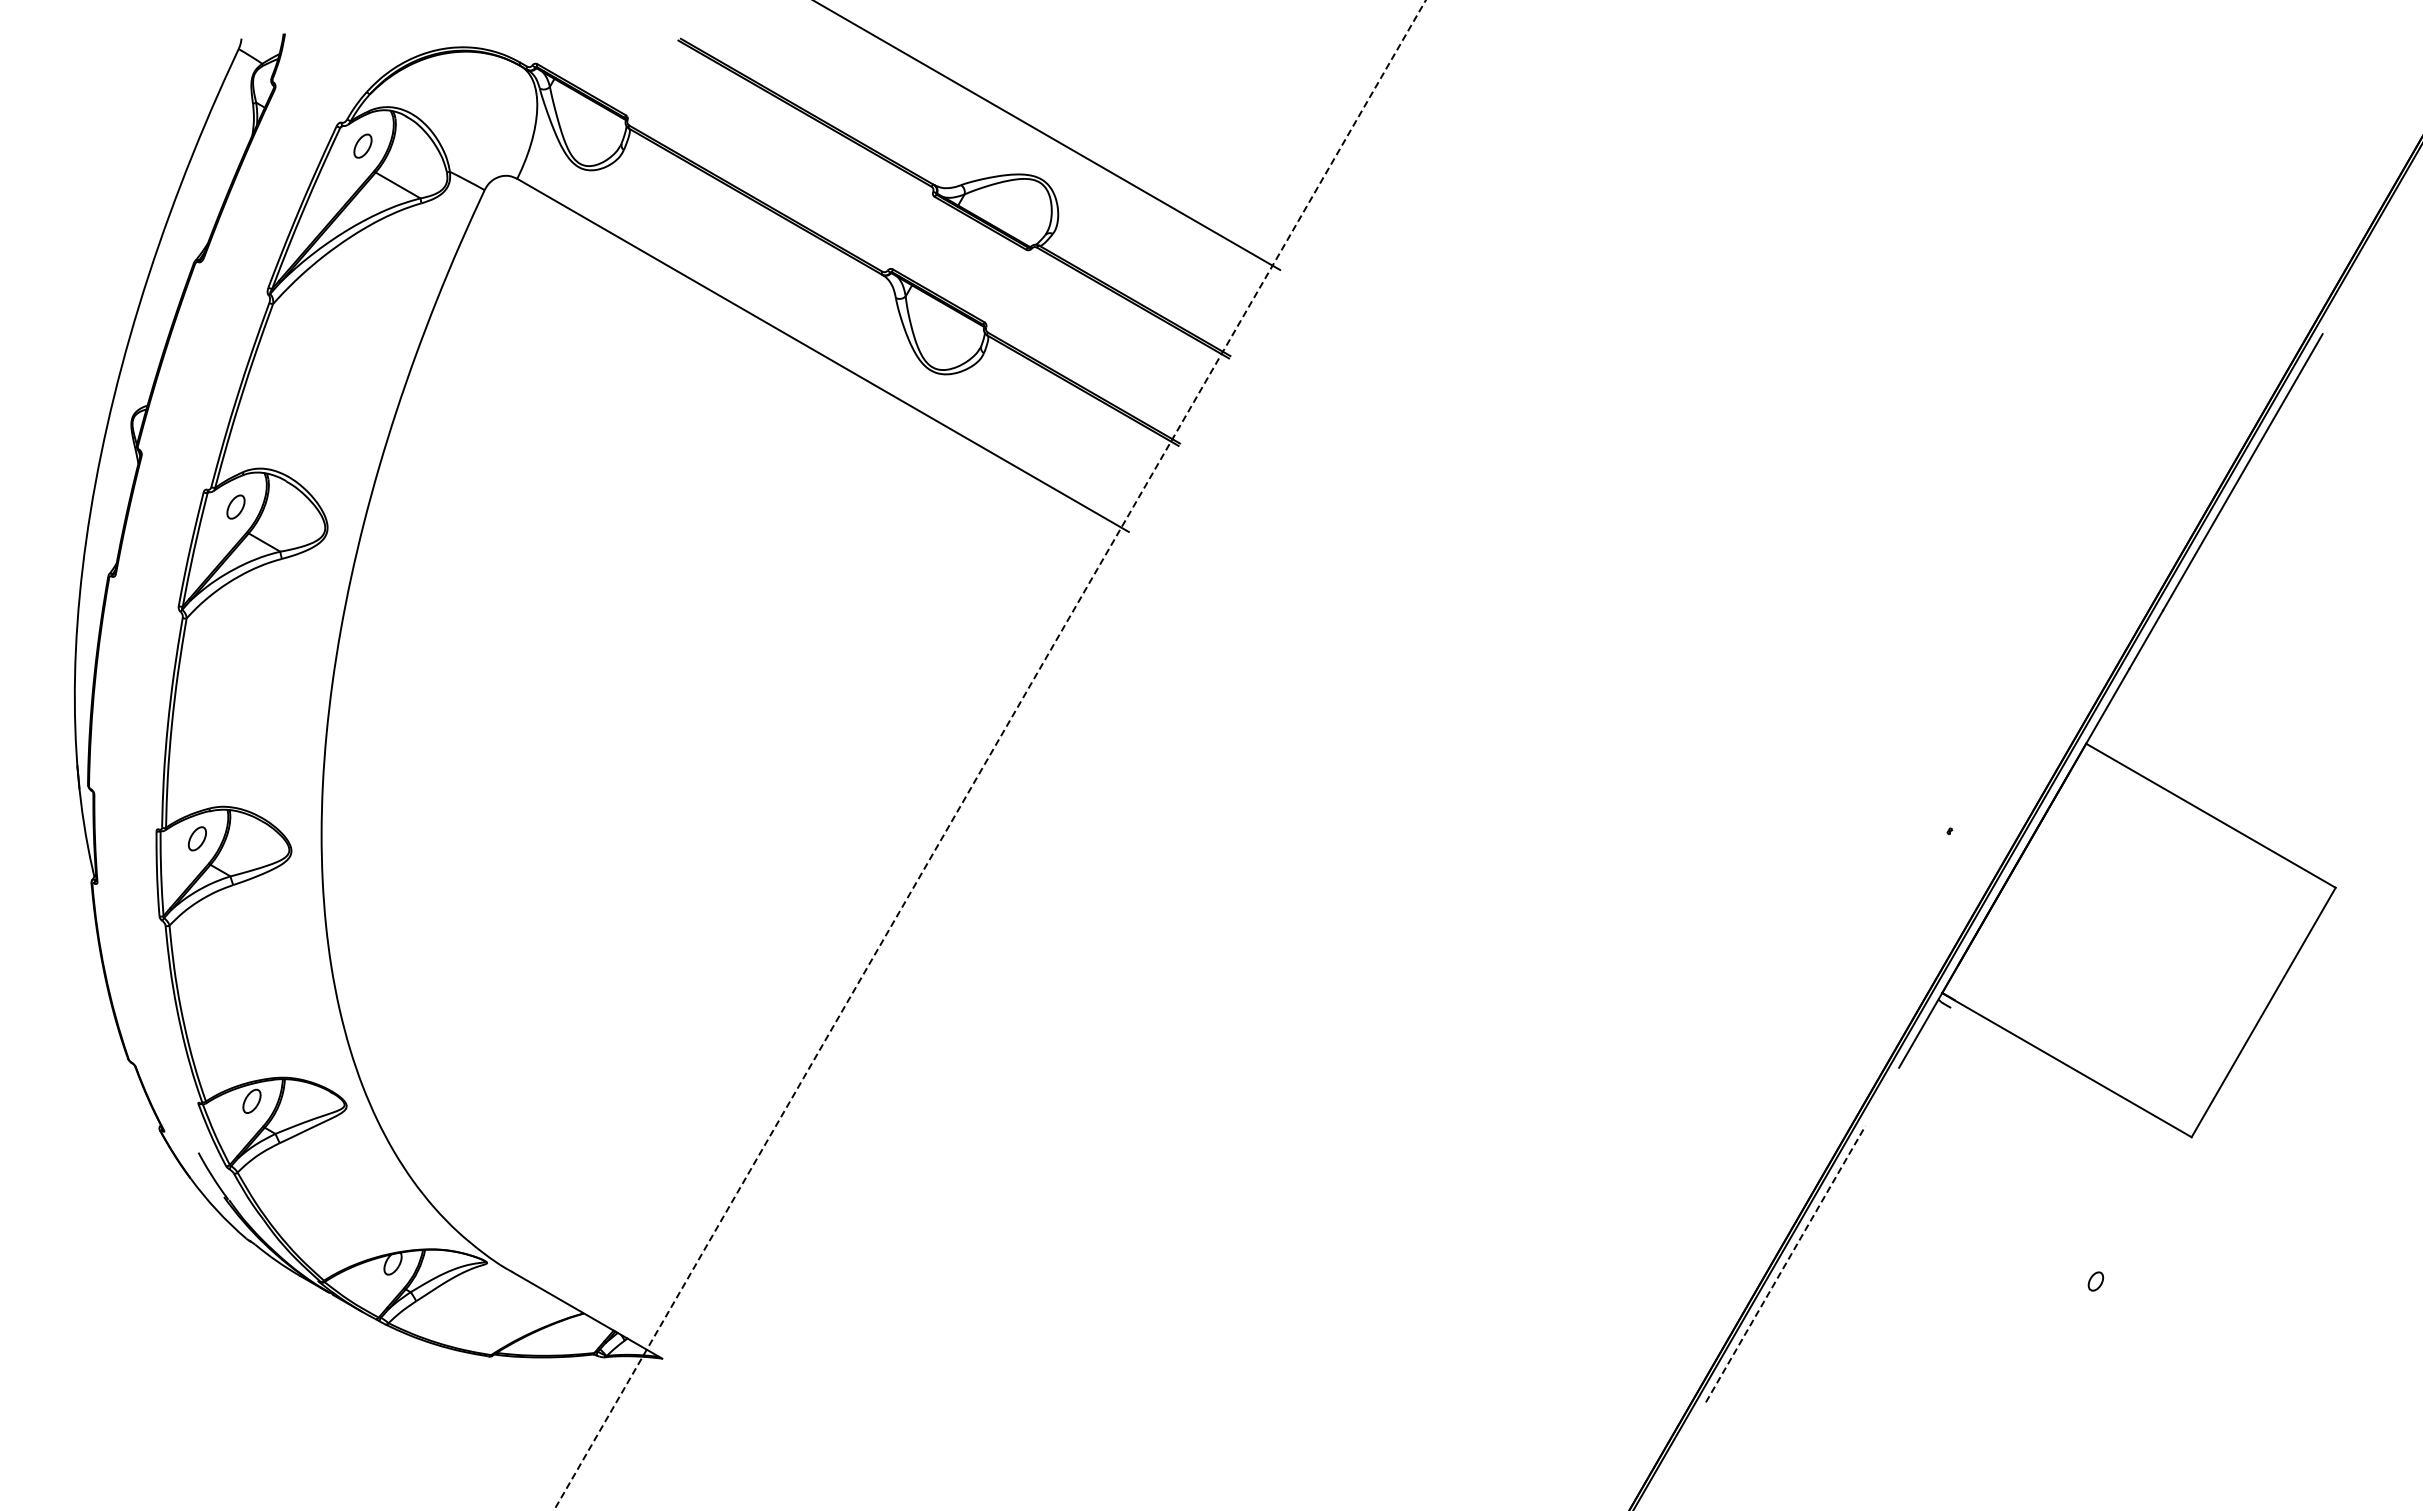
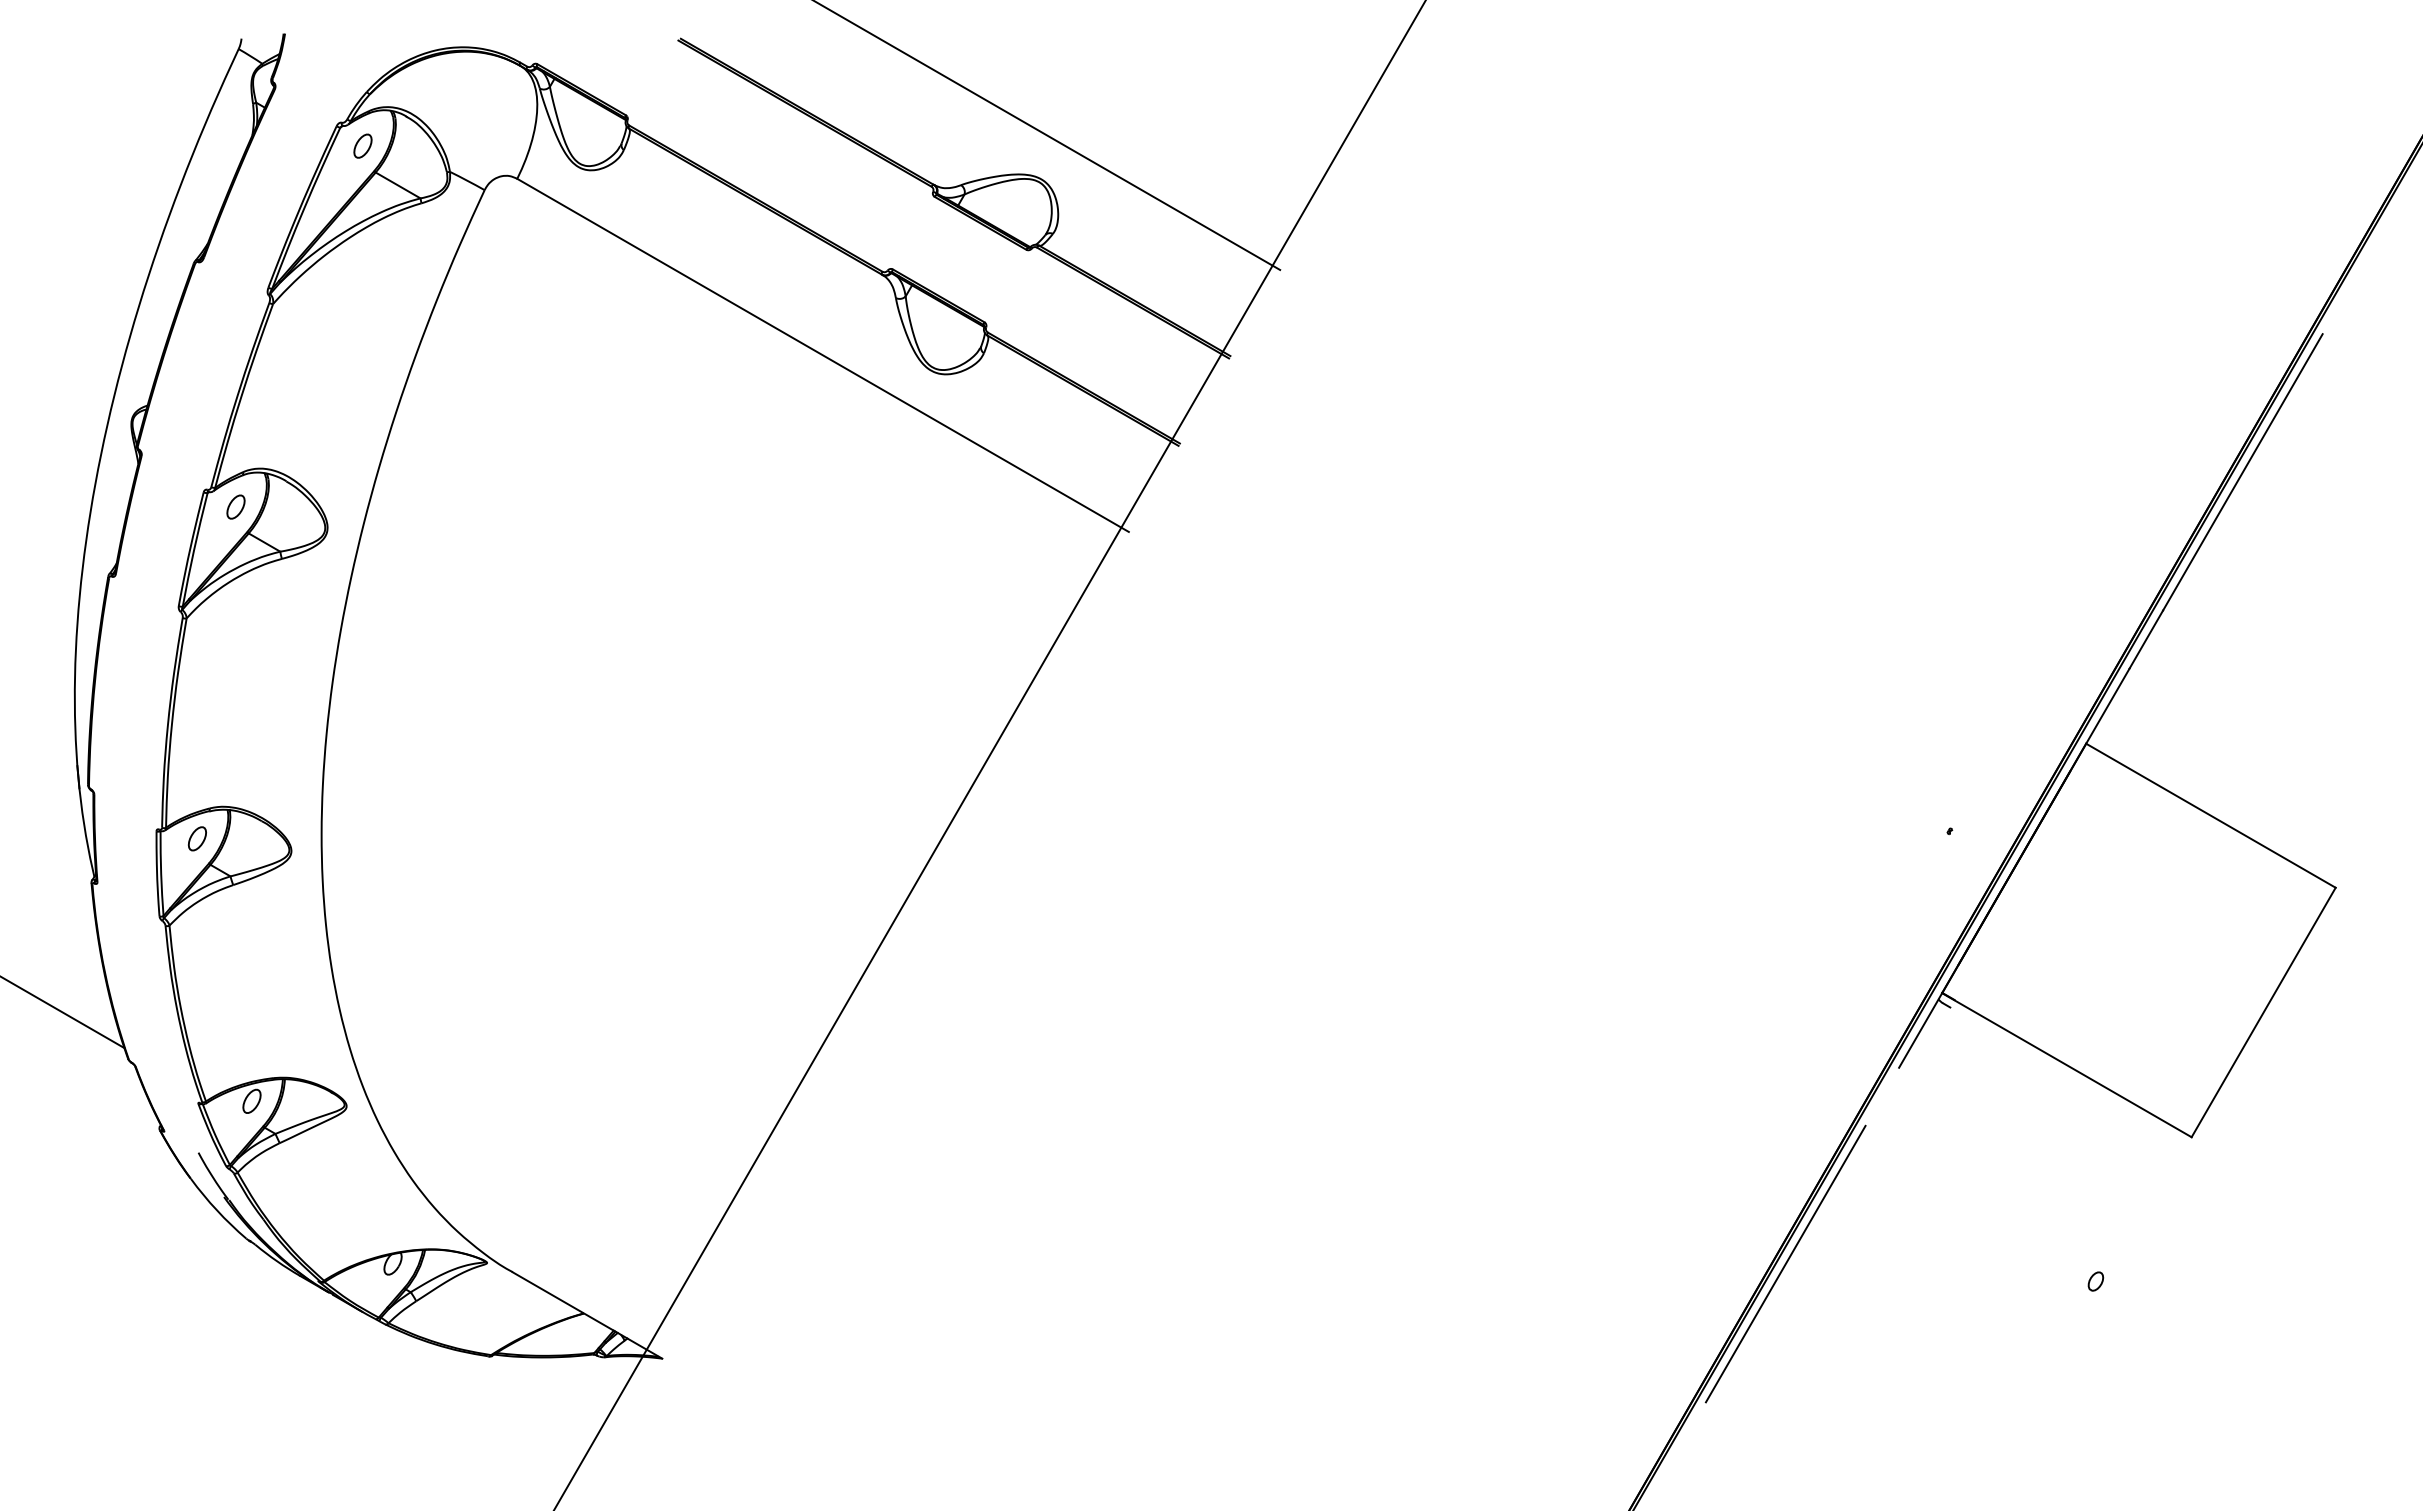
line at (989, 755): dashed -> solid
line at (63, 1012): none -> present
line at (1785, 1264): dashed -> solid
